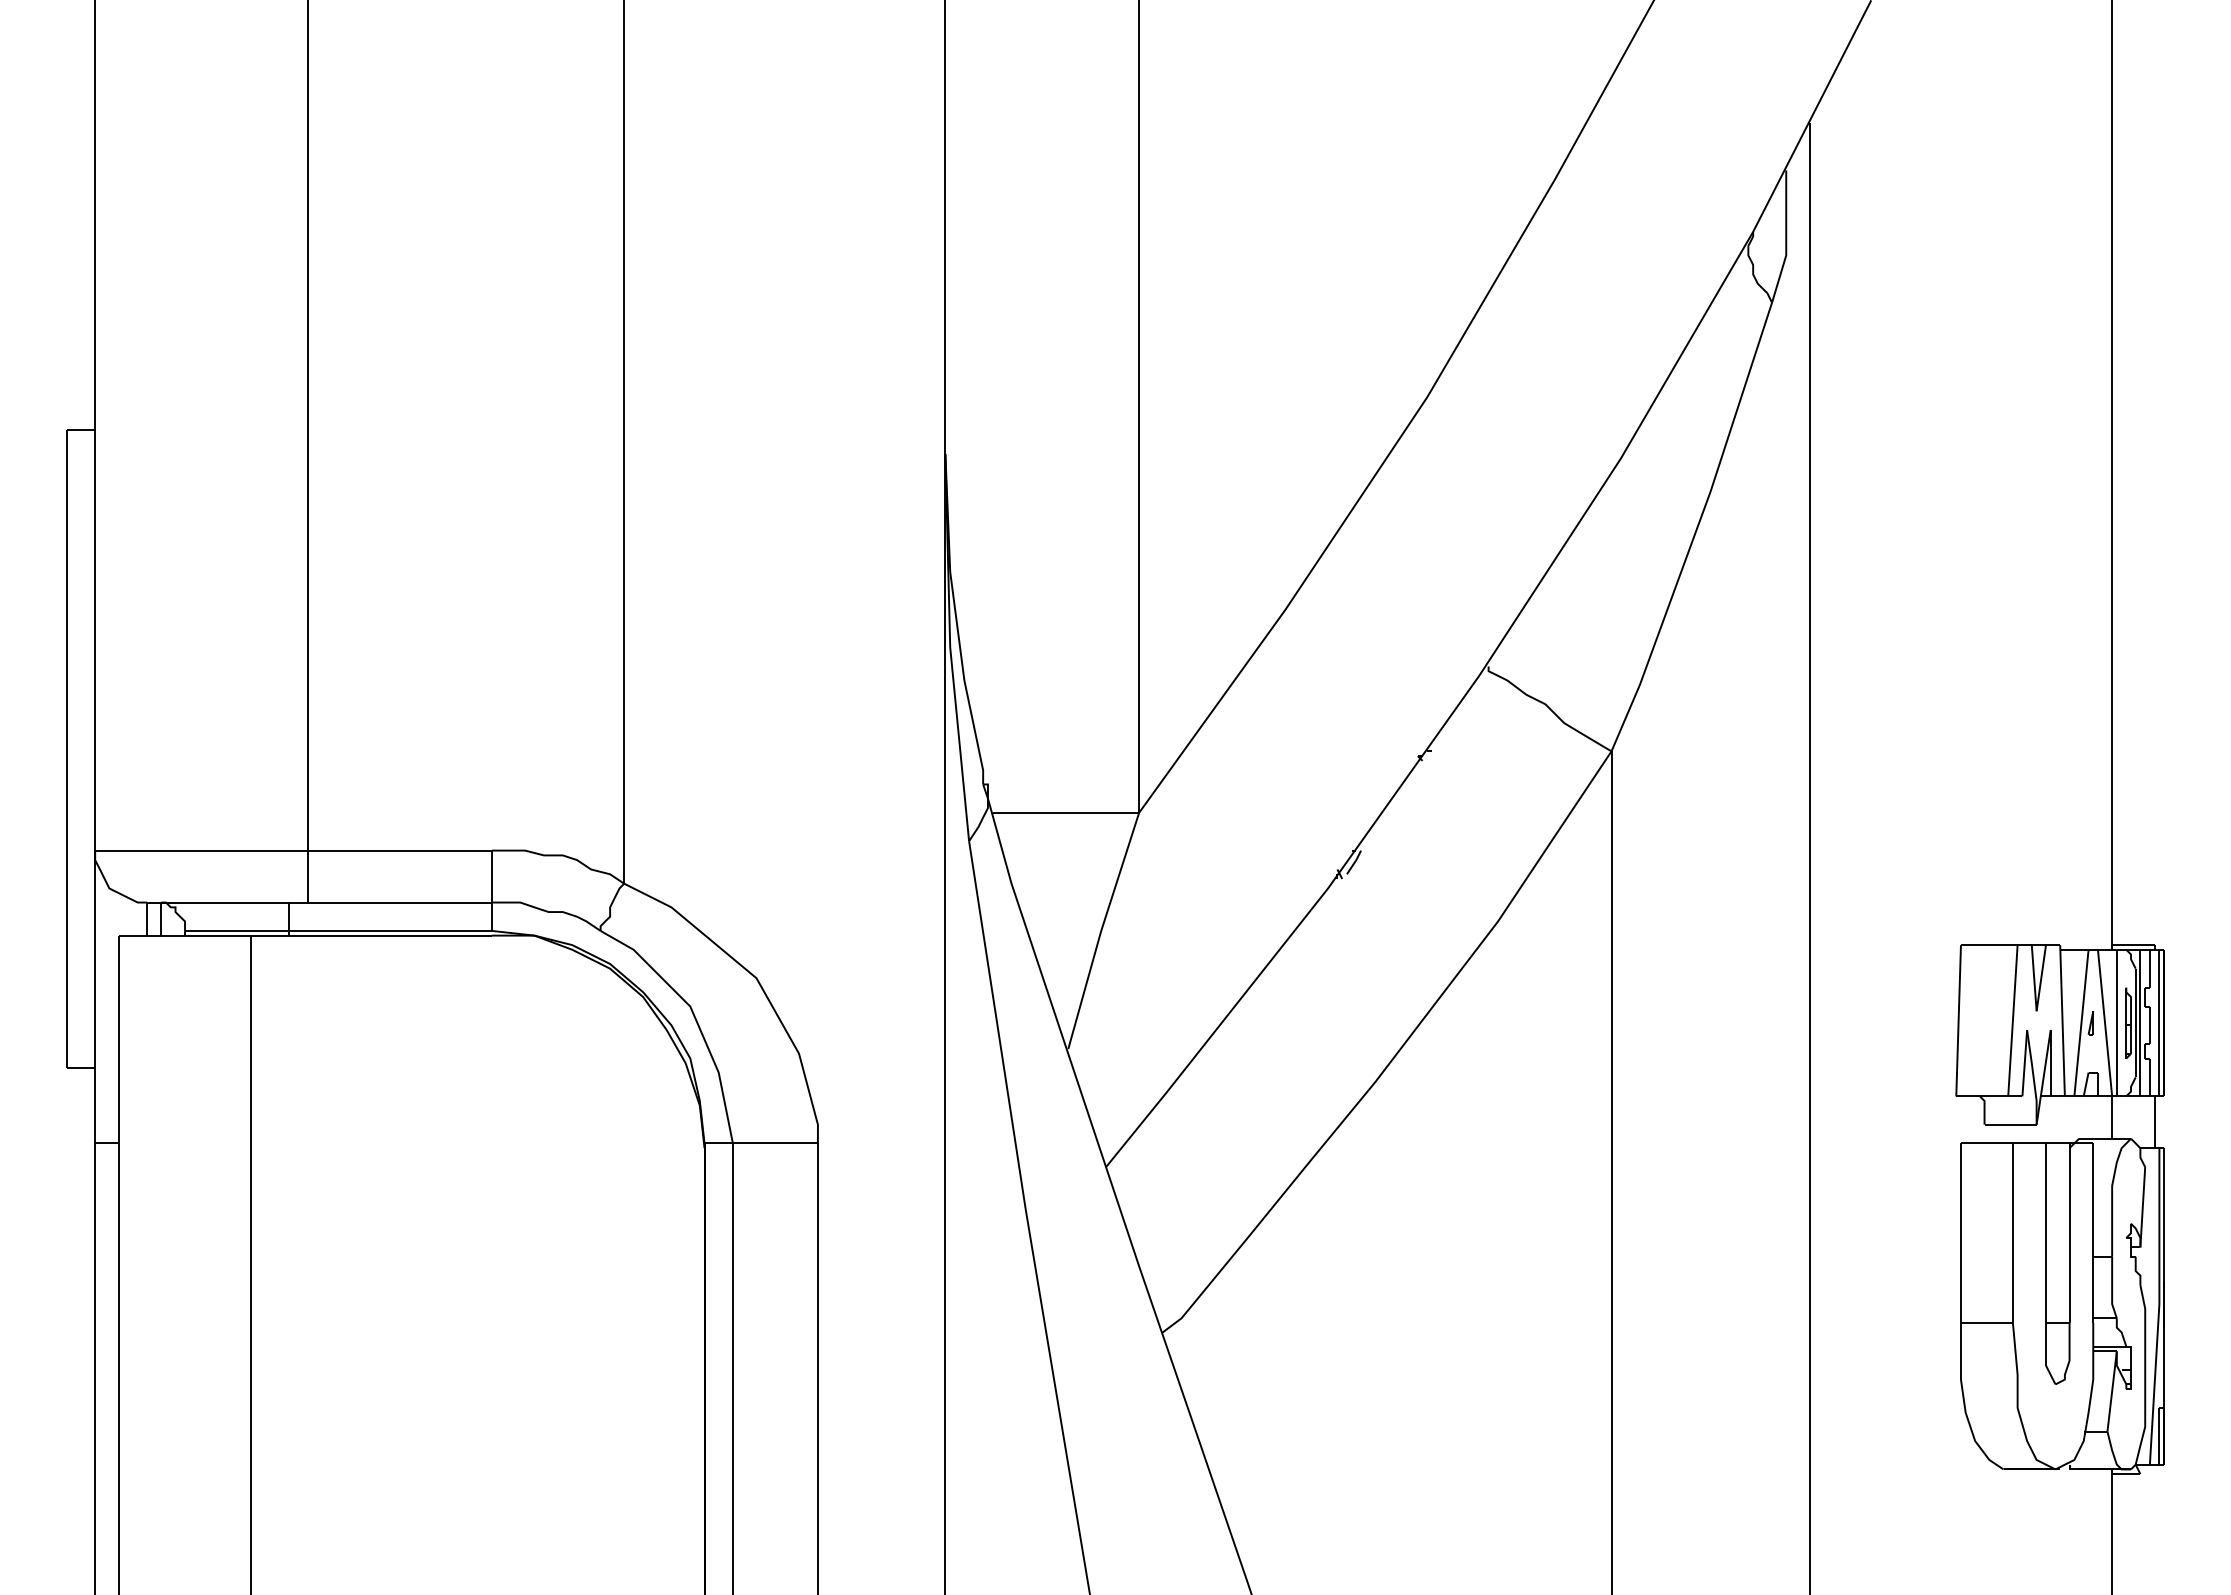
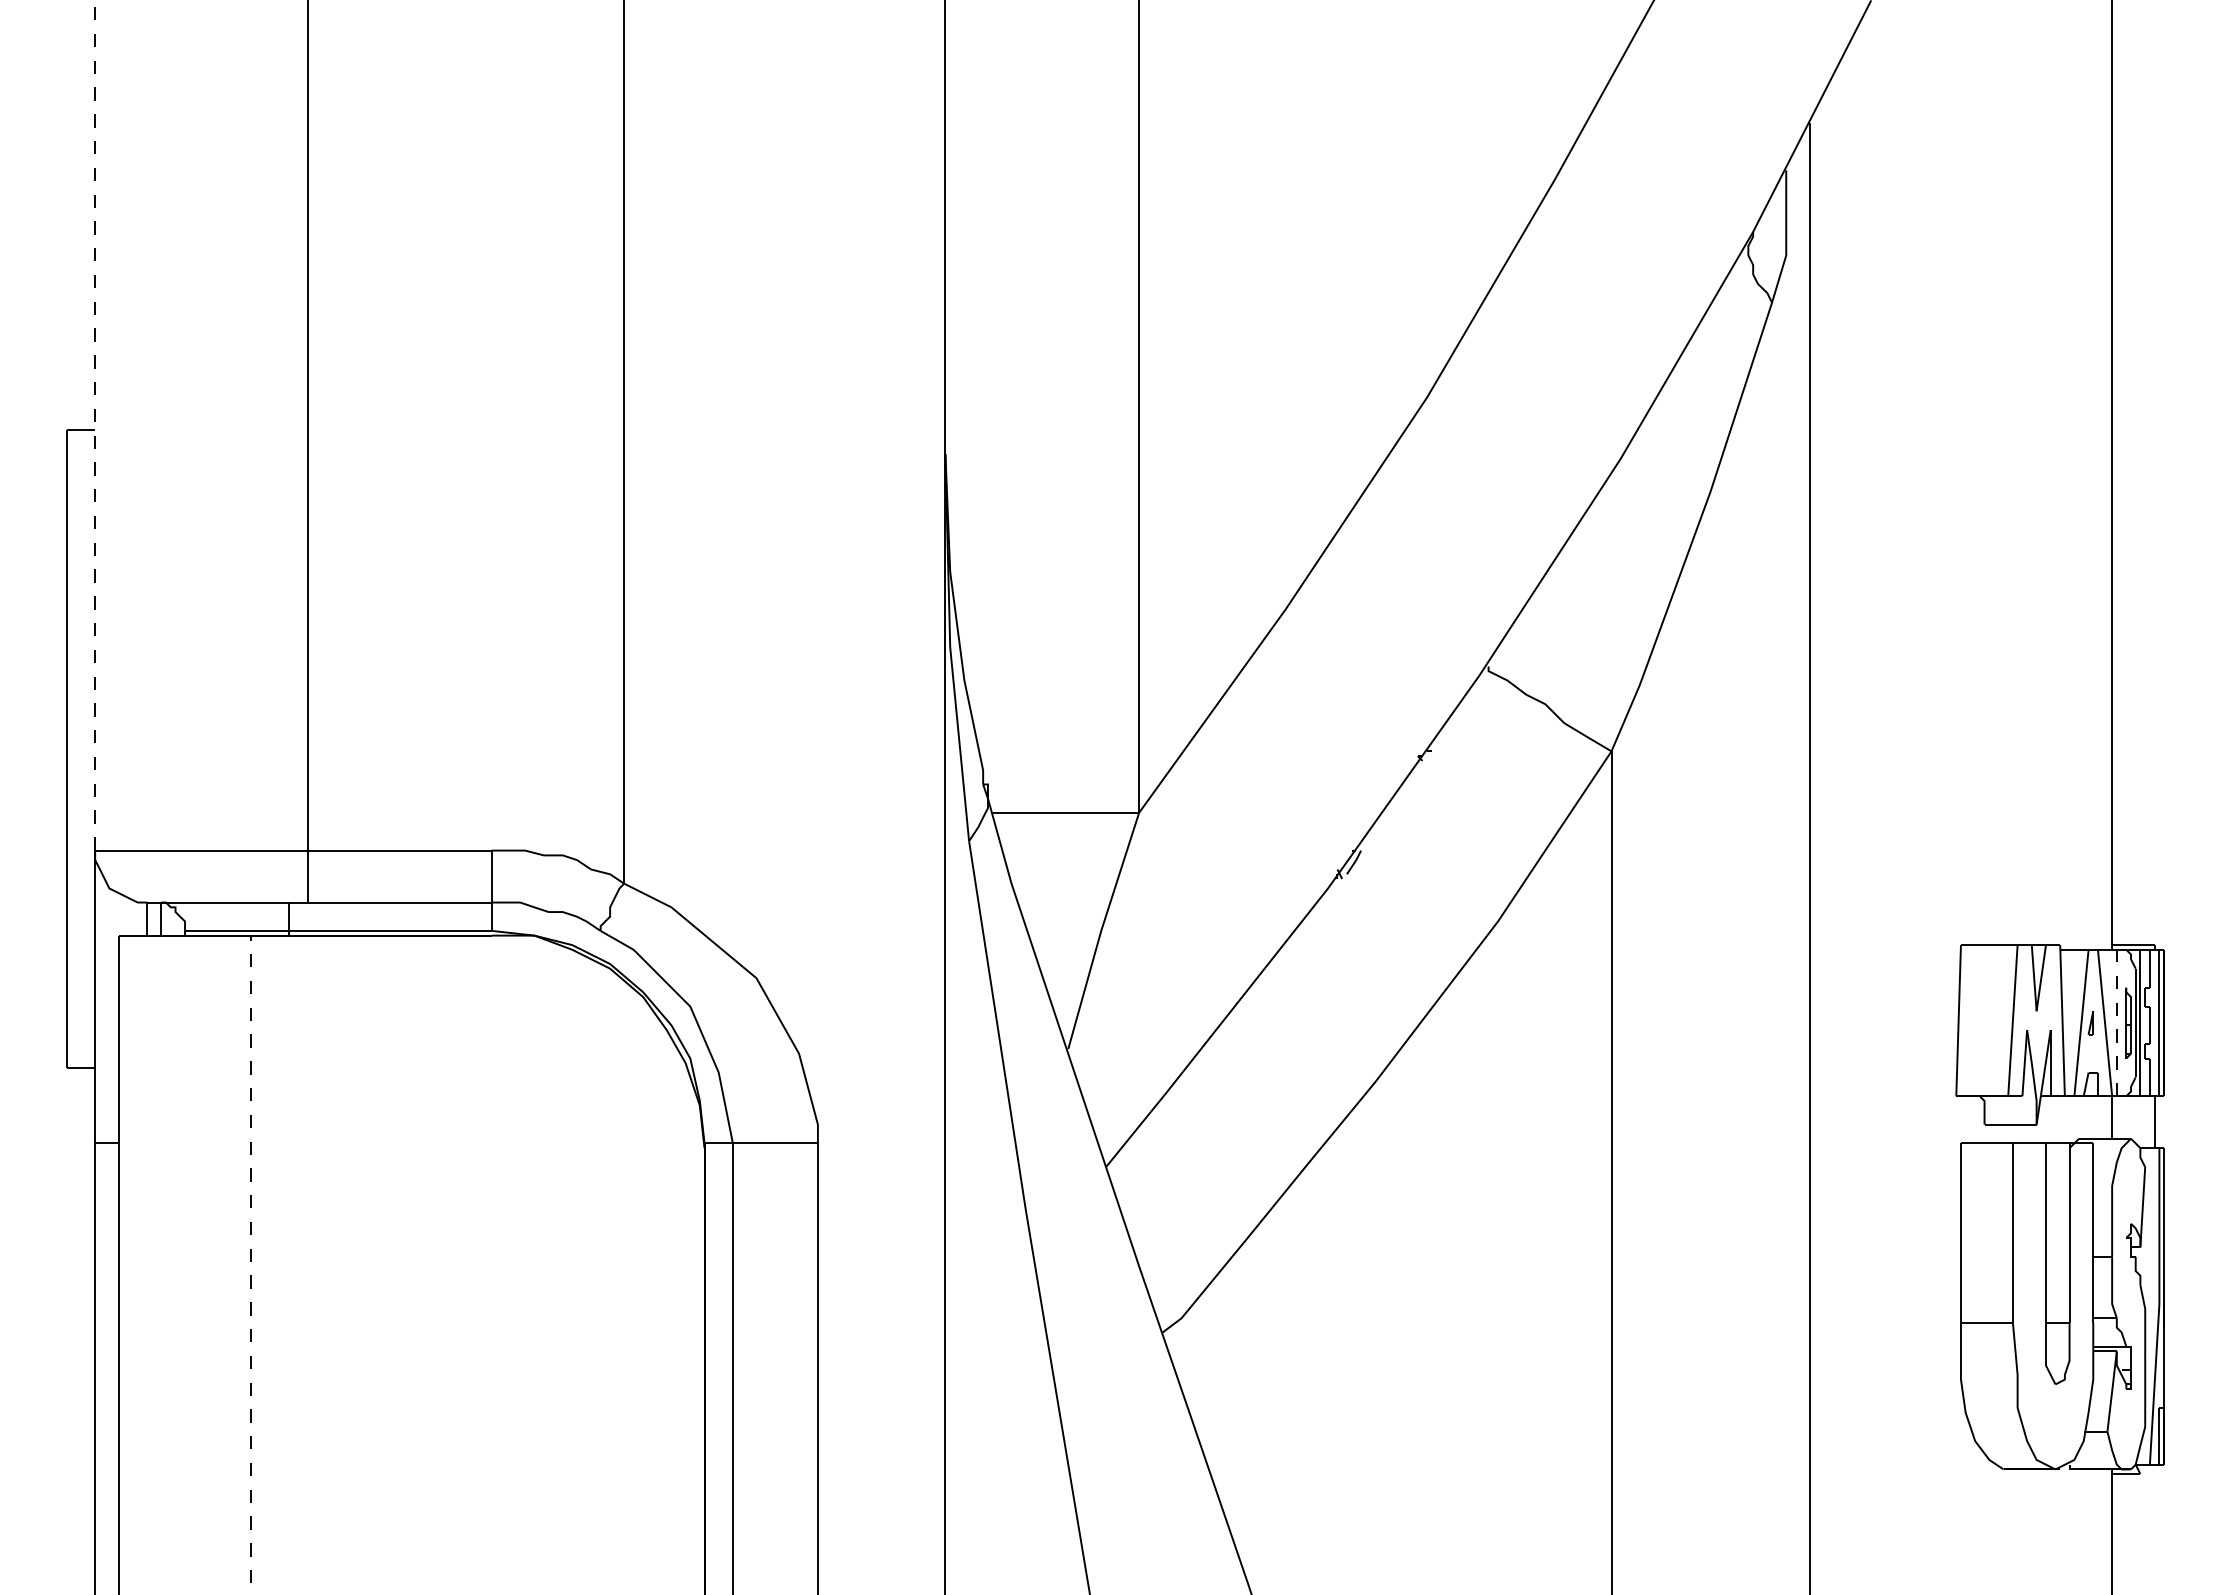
line at (95, 425): solid -> dashed
line at (2116, 1022): solid -> dashed
line at (251, 1264): solid -> dashed
